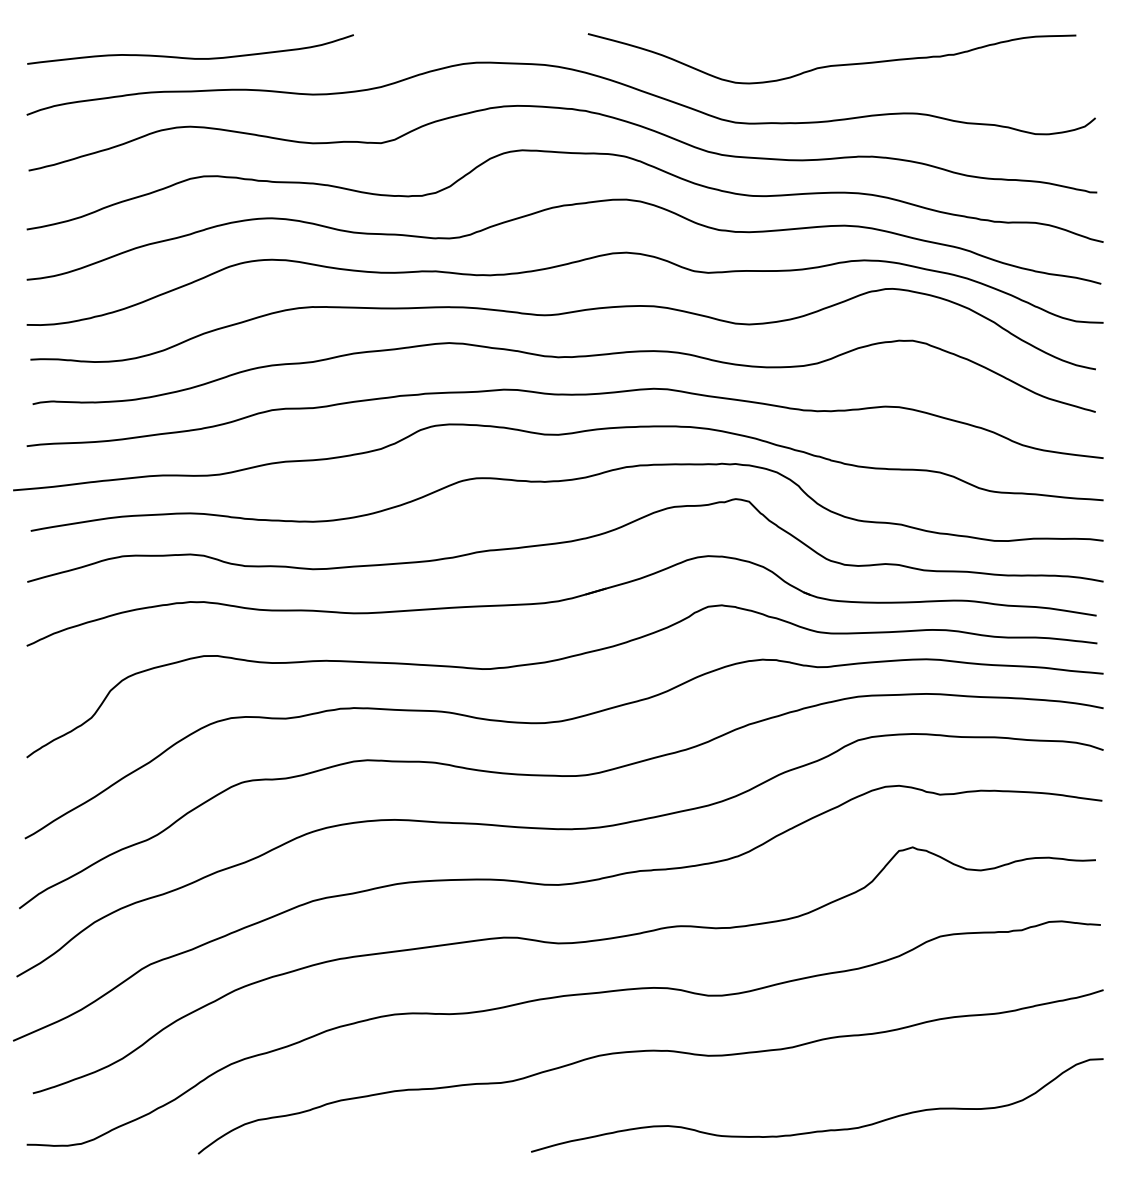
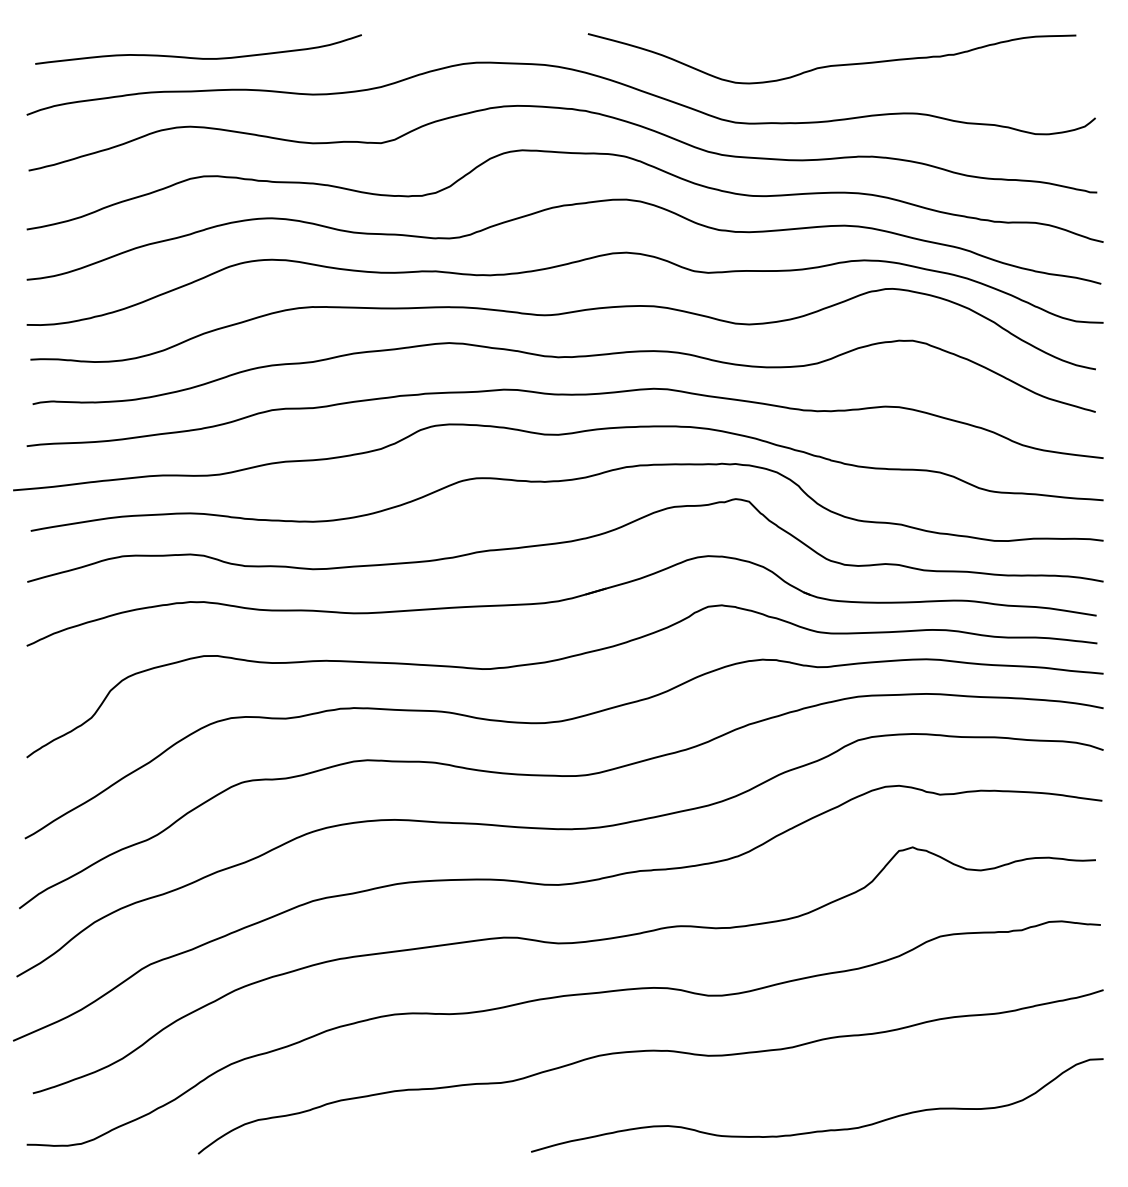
curve at (190, 57) position: (190, 57) -> (198, 57)
